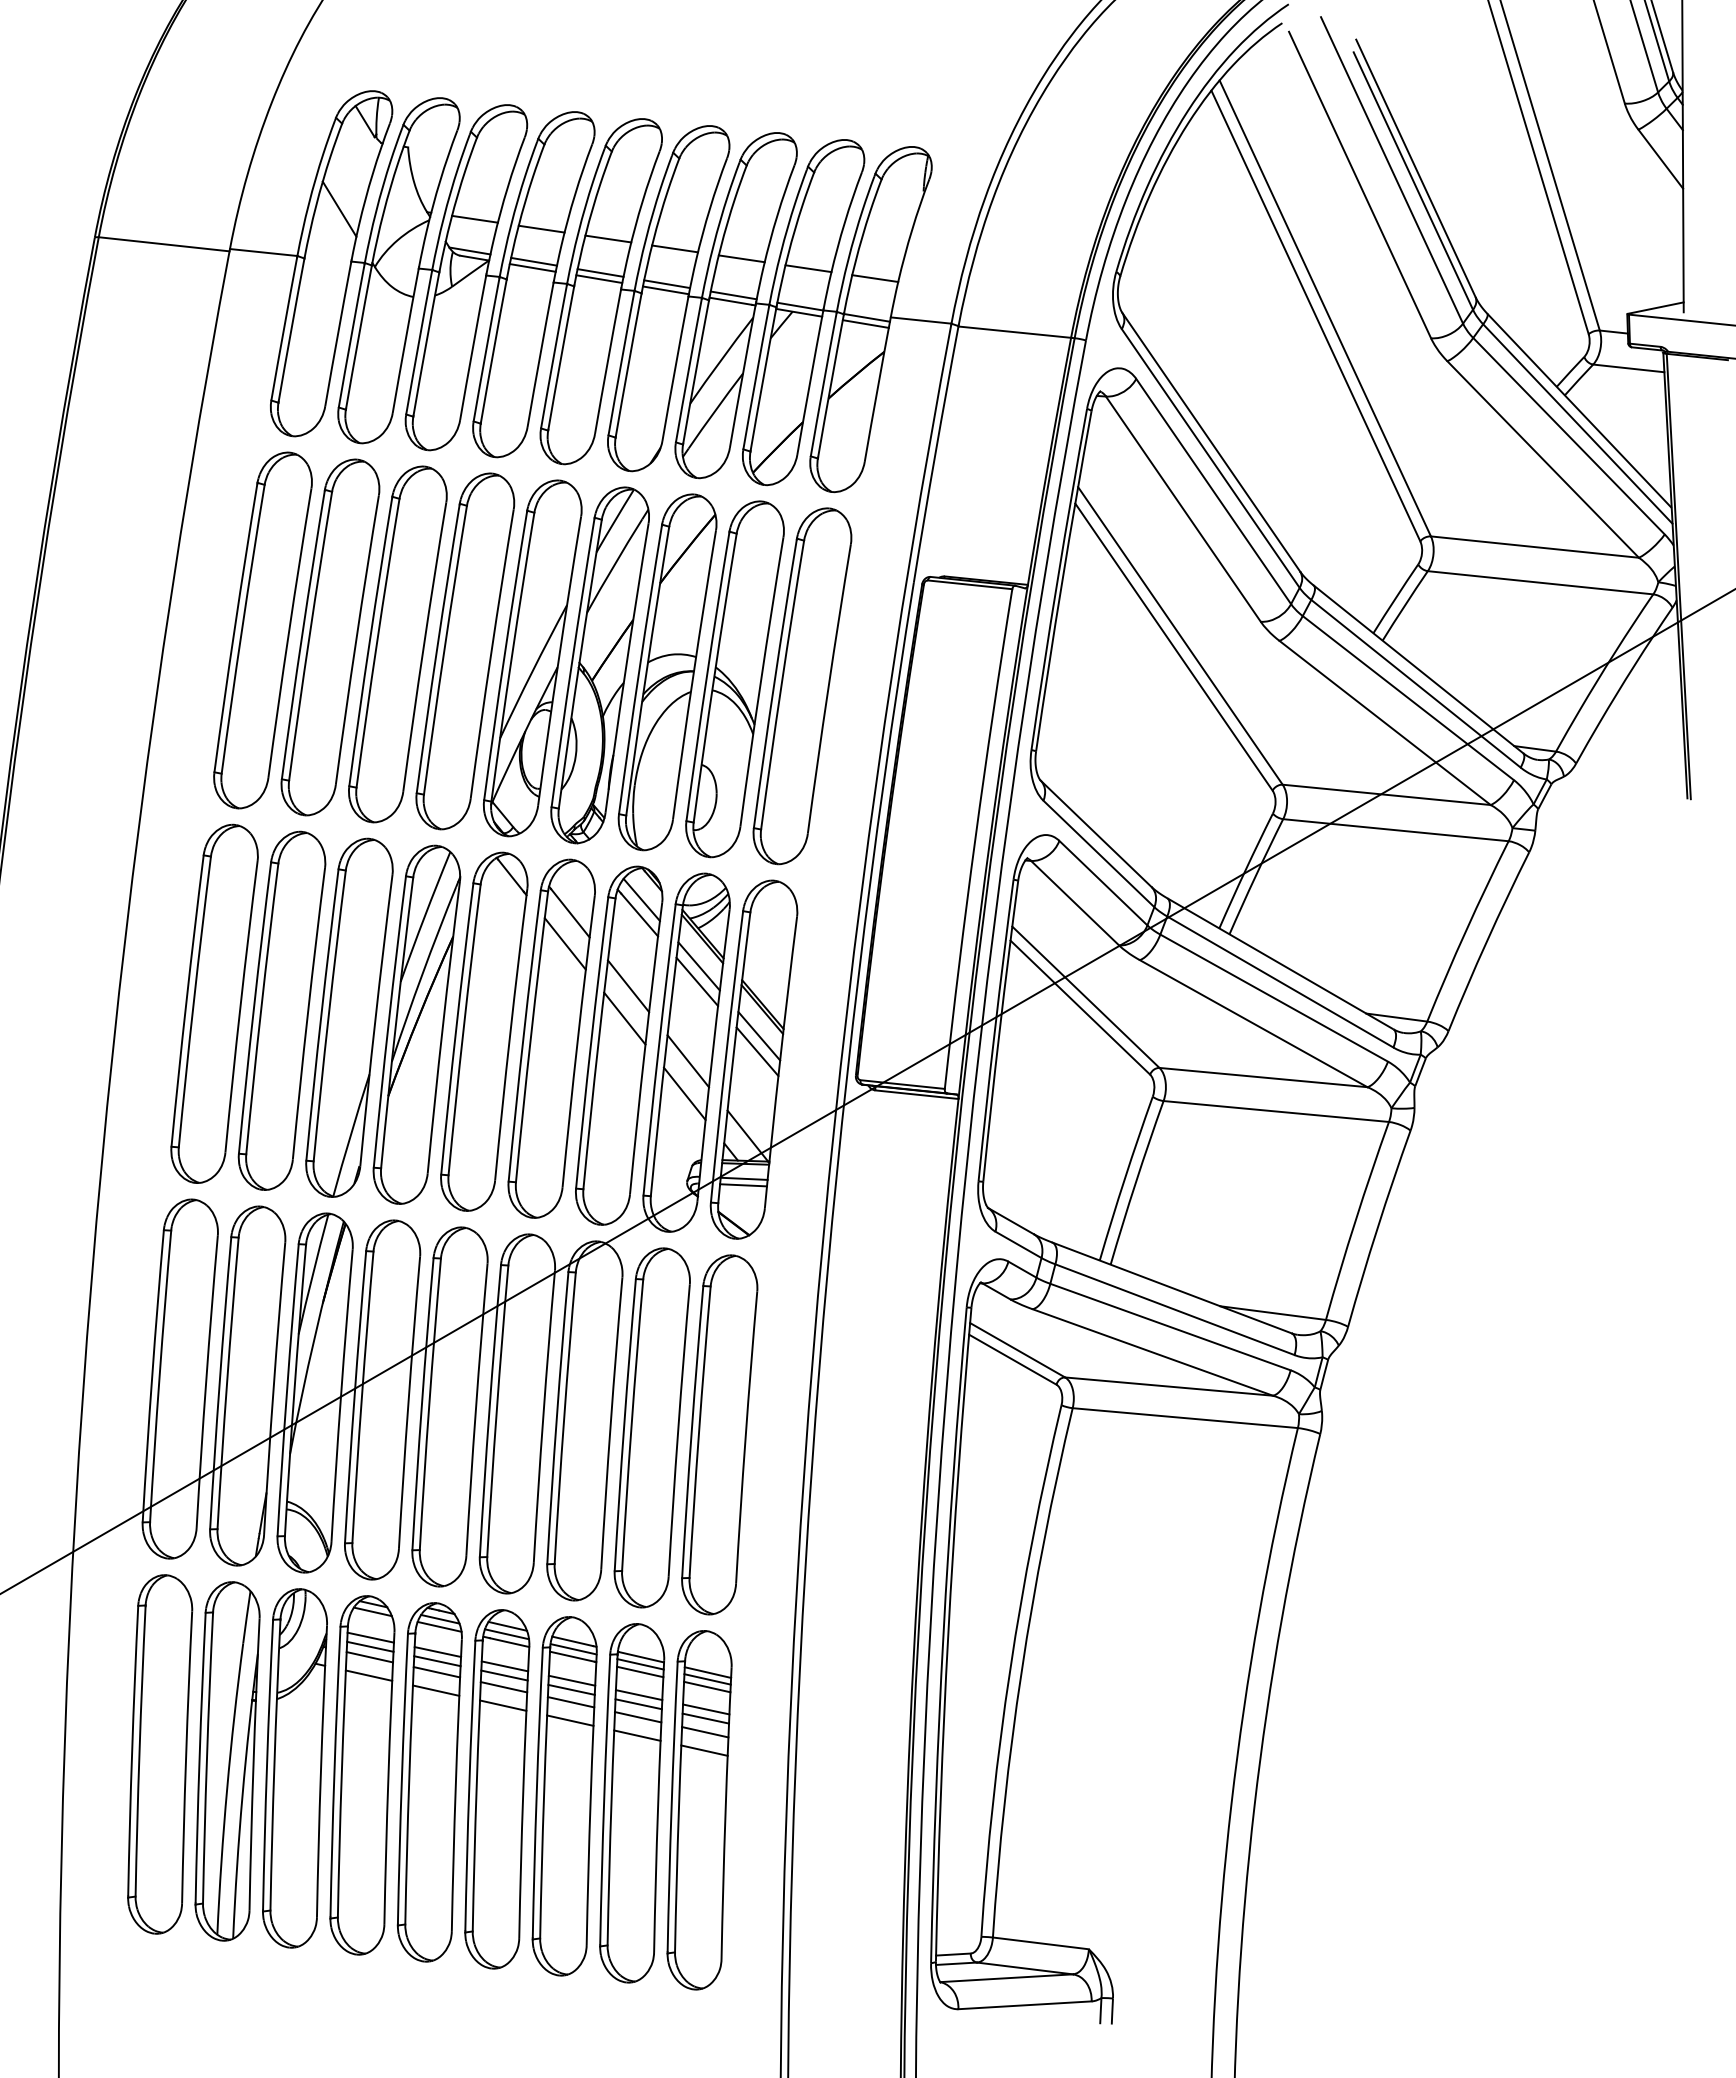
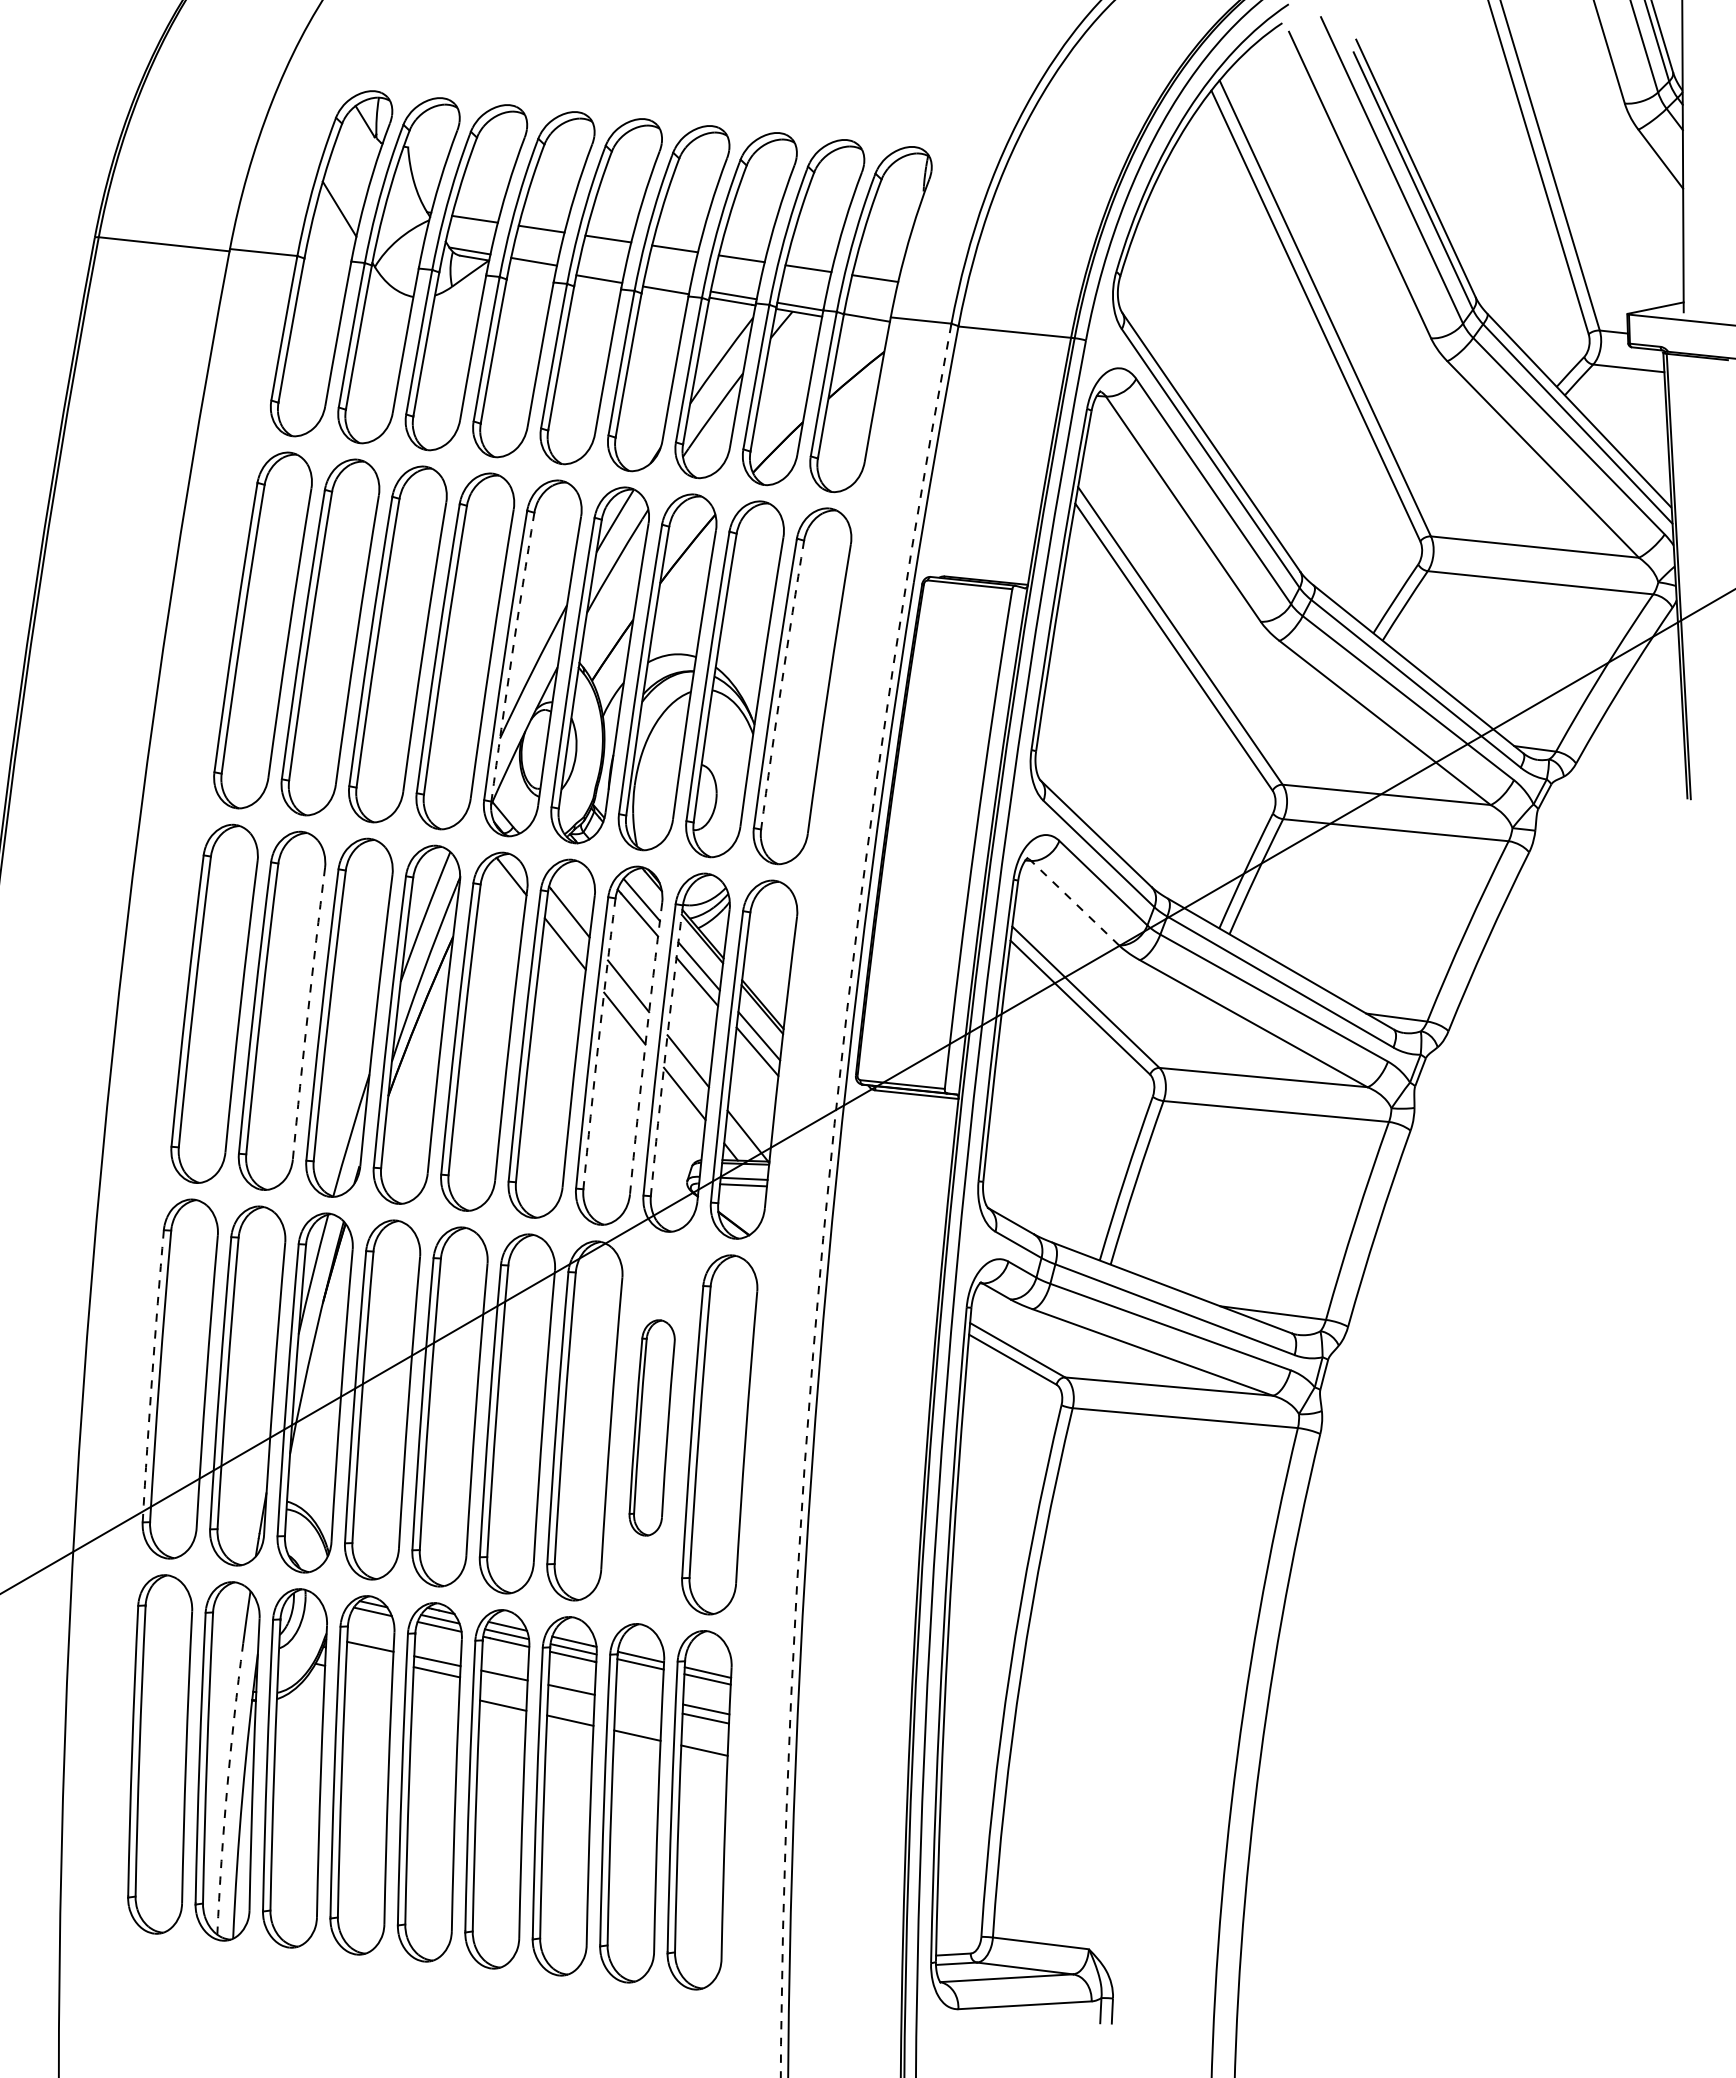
line at (532, 267): present -> none
line at (600, 272): present -> none
line at (666, 284): present -> none
line at (865, 323): present -> none
arc at (511, 657): solid -> dashed
arc at (781, 684): solid -> dashed
line at (1074, 902): solid -> dashed
arc at (307, 1013): solid -> dashed
arc at (598, 1043): solid -> dashed
arc at (645, 1048): solid -> dashed
arc at (665, 1050): solid -> dashed
arc at (827, 1198): solid -> dashed
arc at (152, 1376): solid -> dashed
part at (651, 1427) size: 78x362 px -> 48x218 px
line at (370, 1637): present -> none
line at (437, 1651): present -> none
line at (369, 1657): present -> none
line at (504, 1666): present -> none
line at (640, 1671): present -> none
line at (368, 1675): present -> none
line at (571, 1680): present -> none
line at (707, 1686): present -> none
line at (503, 1687): present -> none
line at (435, 1690): present -> none
line at (638, 1695): present -> none
line at (570, 1702): present -> none
line at (638, 1704): present -> none
line at (637, 1717): present -> none
line at (705, 1732): present -> none
arc at (227, 1788): solid -> dashed
